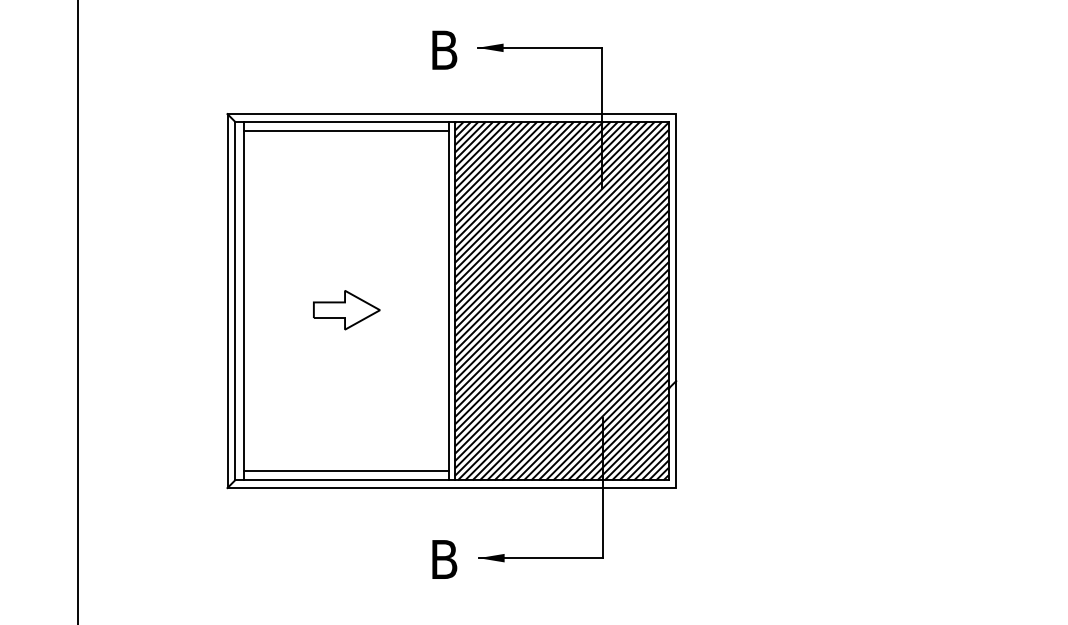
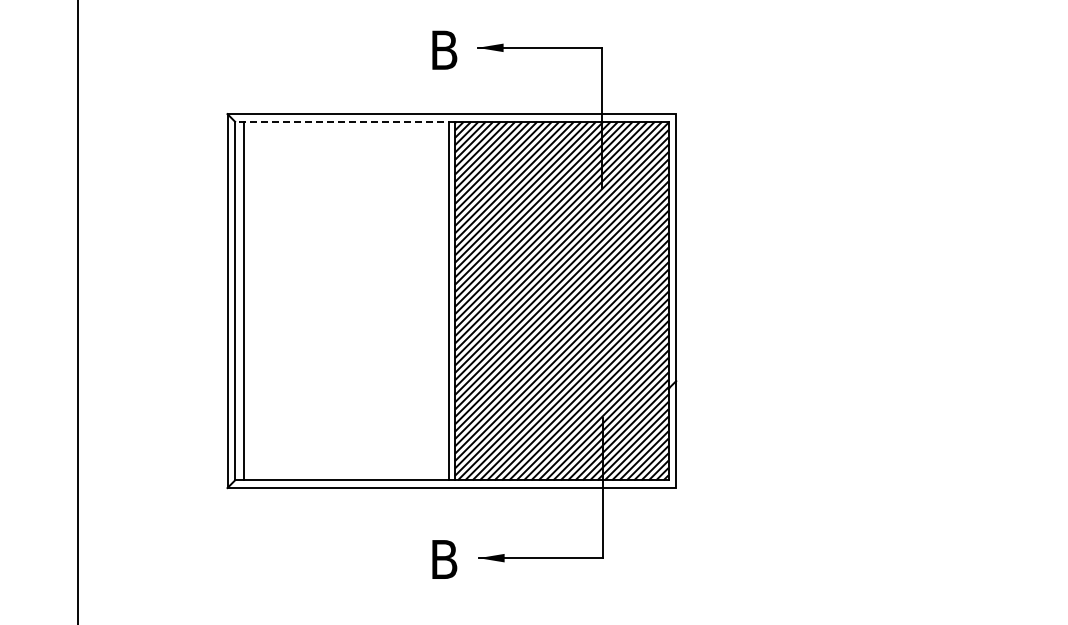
line at (344, 121): solid -> dashed
line at (346, 130): present -> none
part at (346, 310): present -> none
line at (346, 471): present -> none
